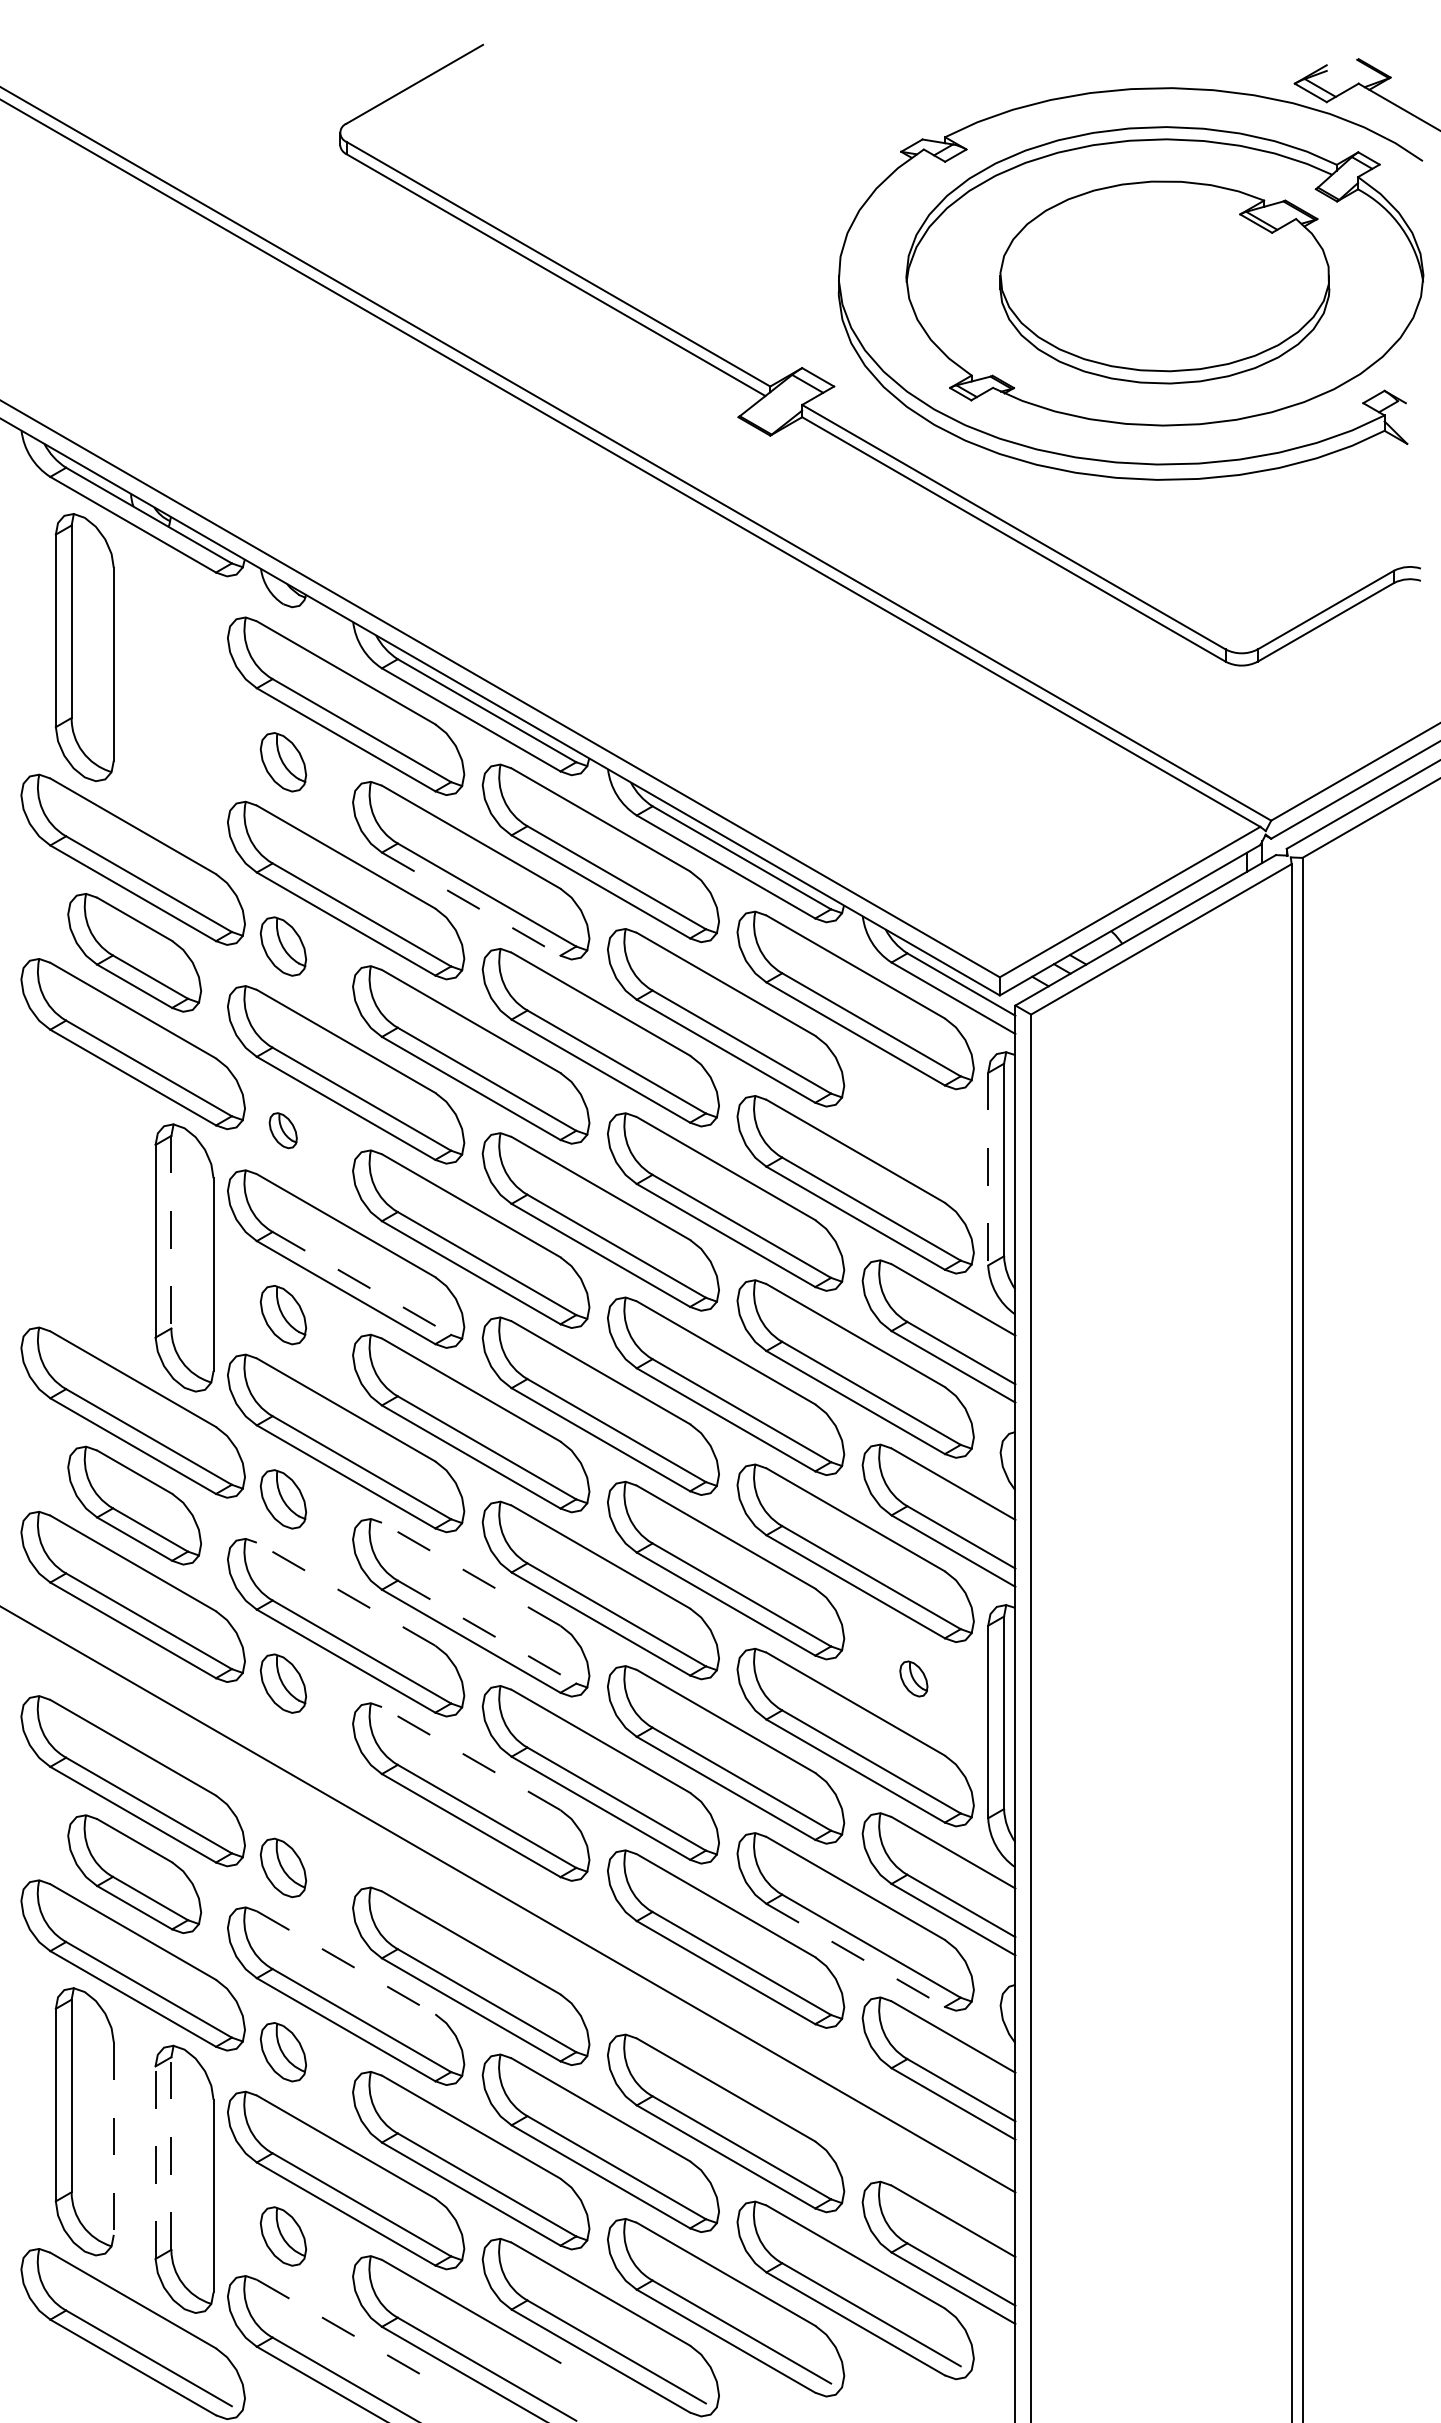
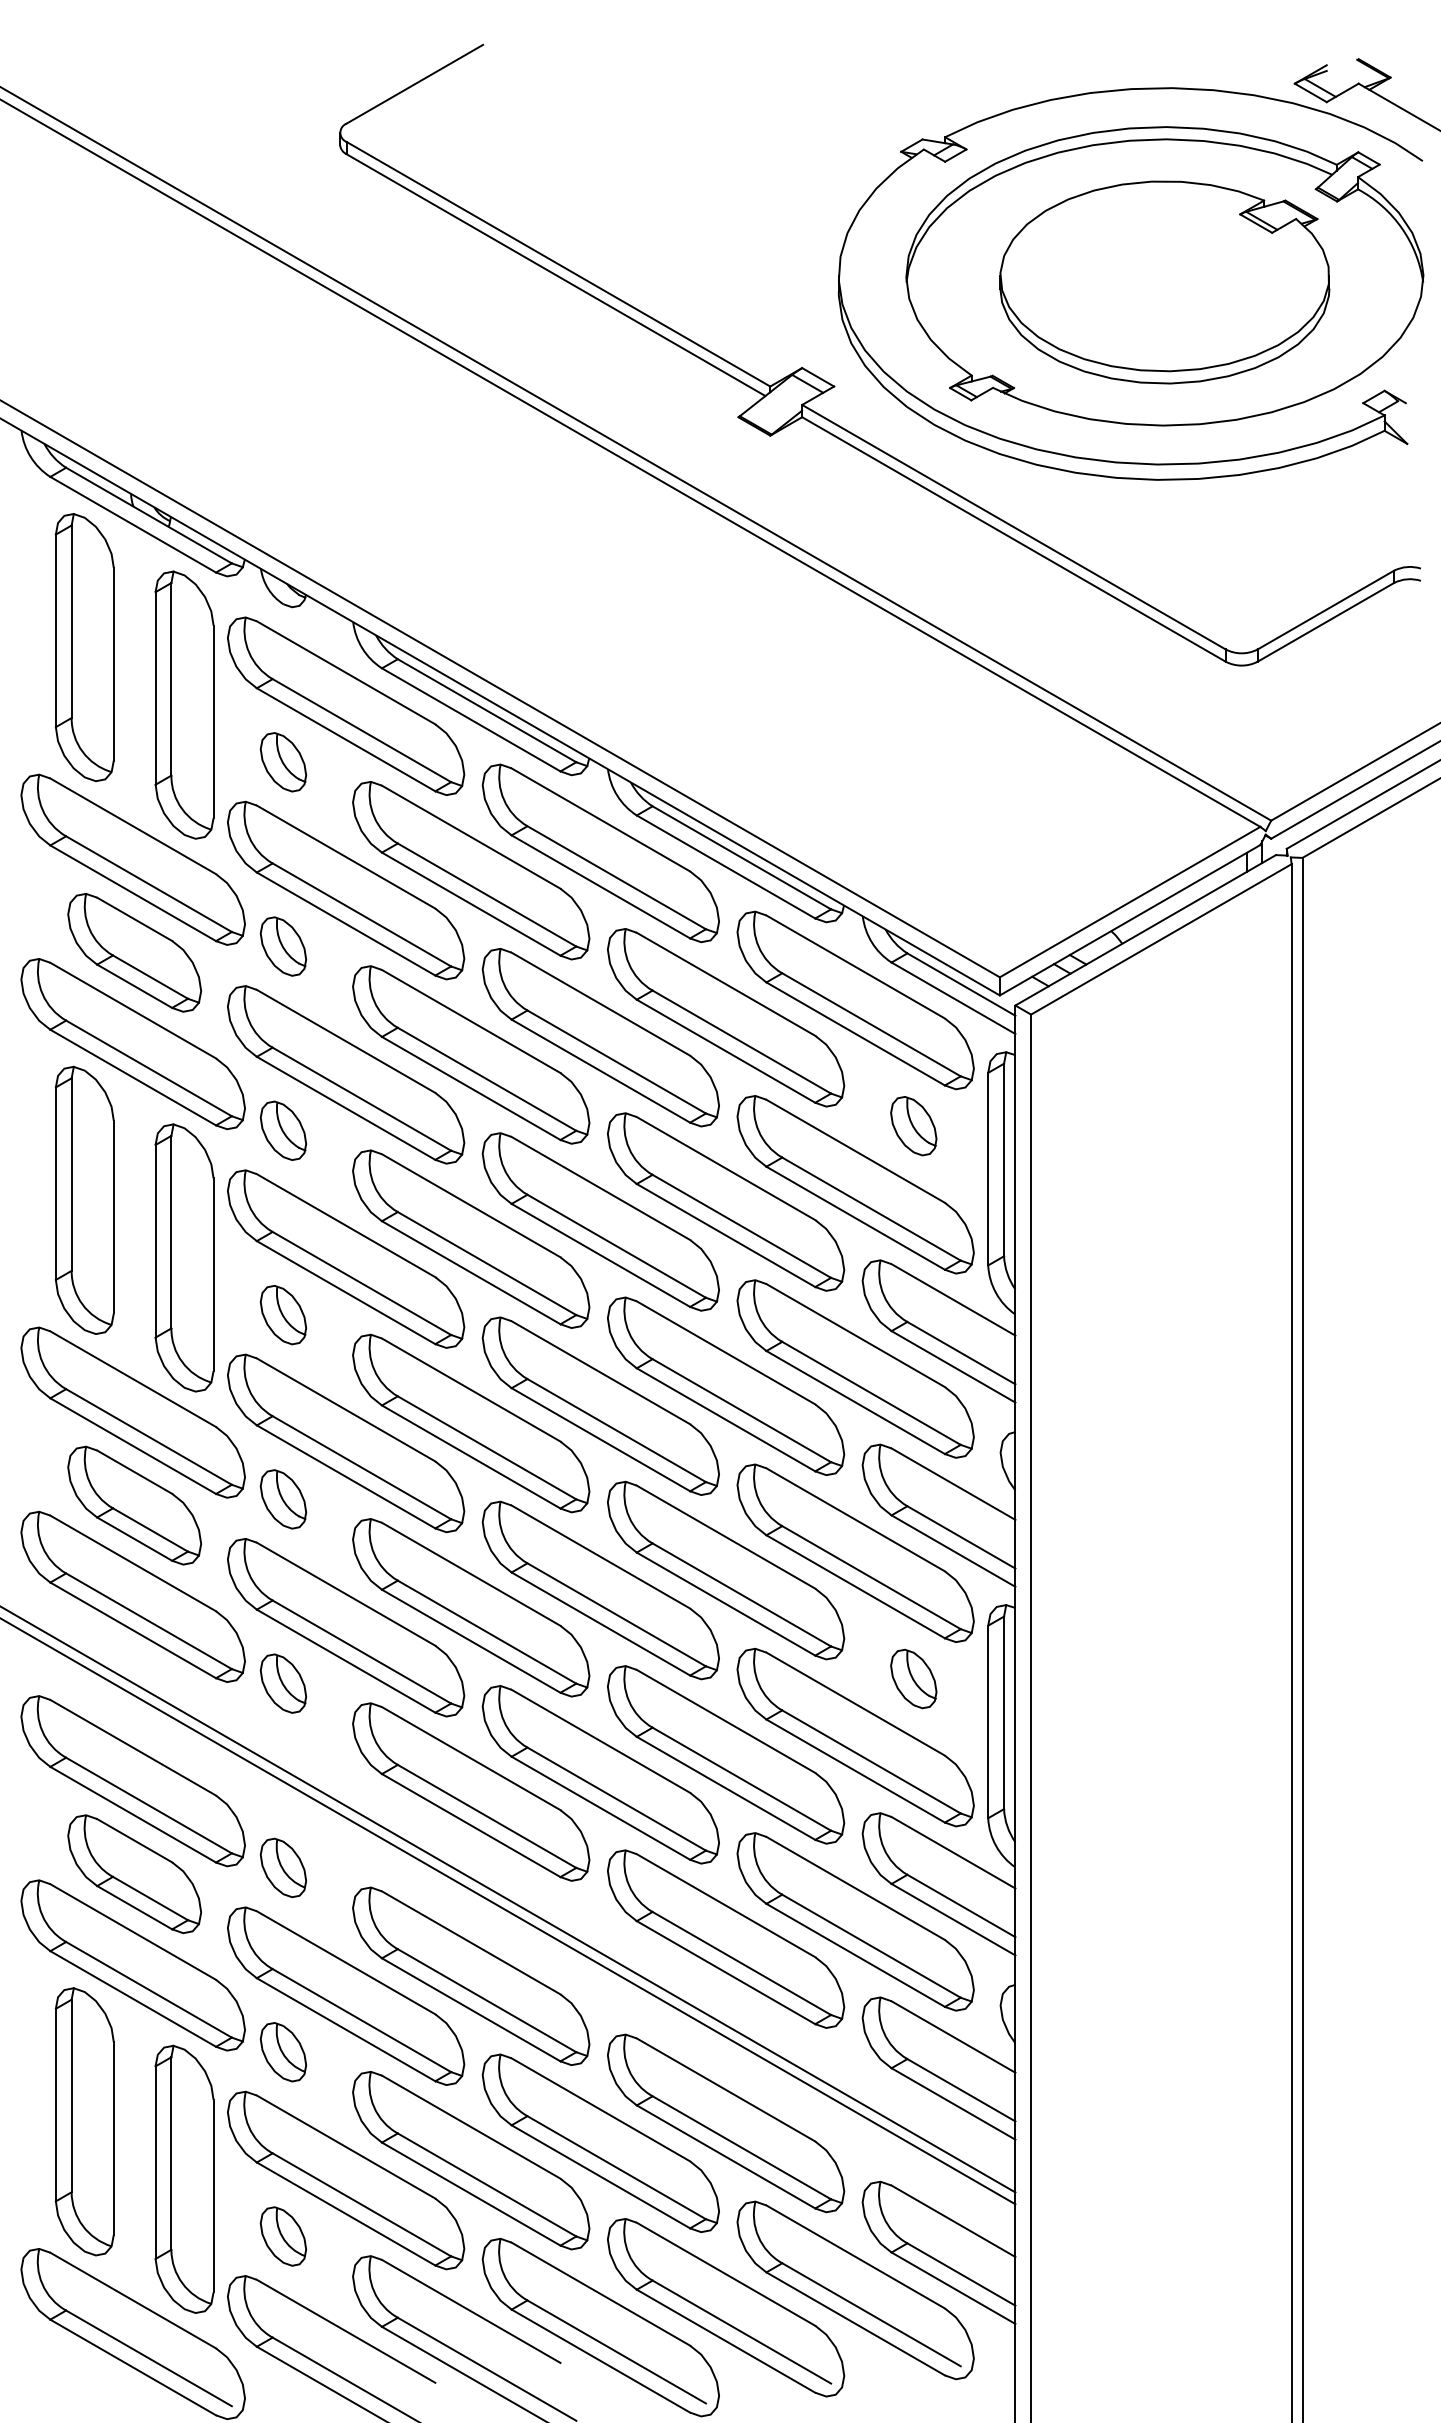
part at (184, 704): none -> present
line at (471, 904): dashed -> solid
part at (913, 1126): none -> present
part at (282, 1130) size: 30x38 px -> 48x61 px
line at (988, 1169): dashed -> solid
part at (84, 1199): none -> present
line at (171, 1232): dashed -> solid
line at (362, 1283): dashed -> solid
line at (470, 1574): dashed -> solid
line at (345, 1593): dashed -> solid
line at (487, 1632): dashed -> solid
part at (913, 1678) size: 30x38 px -> 48x62 px
line at (470, 1758): dashed -> solid
line at (508, 1911): none -> present
line at (856, 1955): dashed -> solid
line at (346, 1963): dashed -> solid
line at (113, 2139): dashed -> solid
line at (171, 2153): dashed -> solid
line at (155, 2162): dashed -> solid
line at (346, 2331): dashed -> solid
